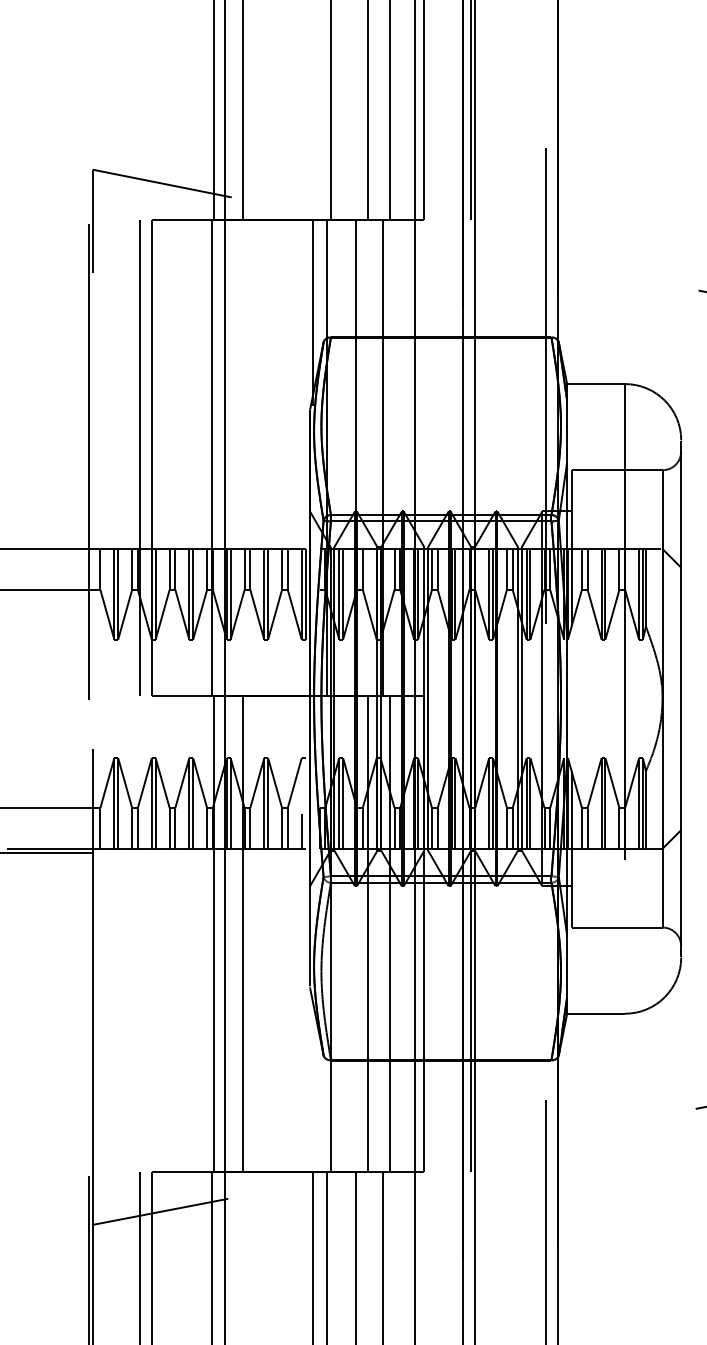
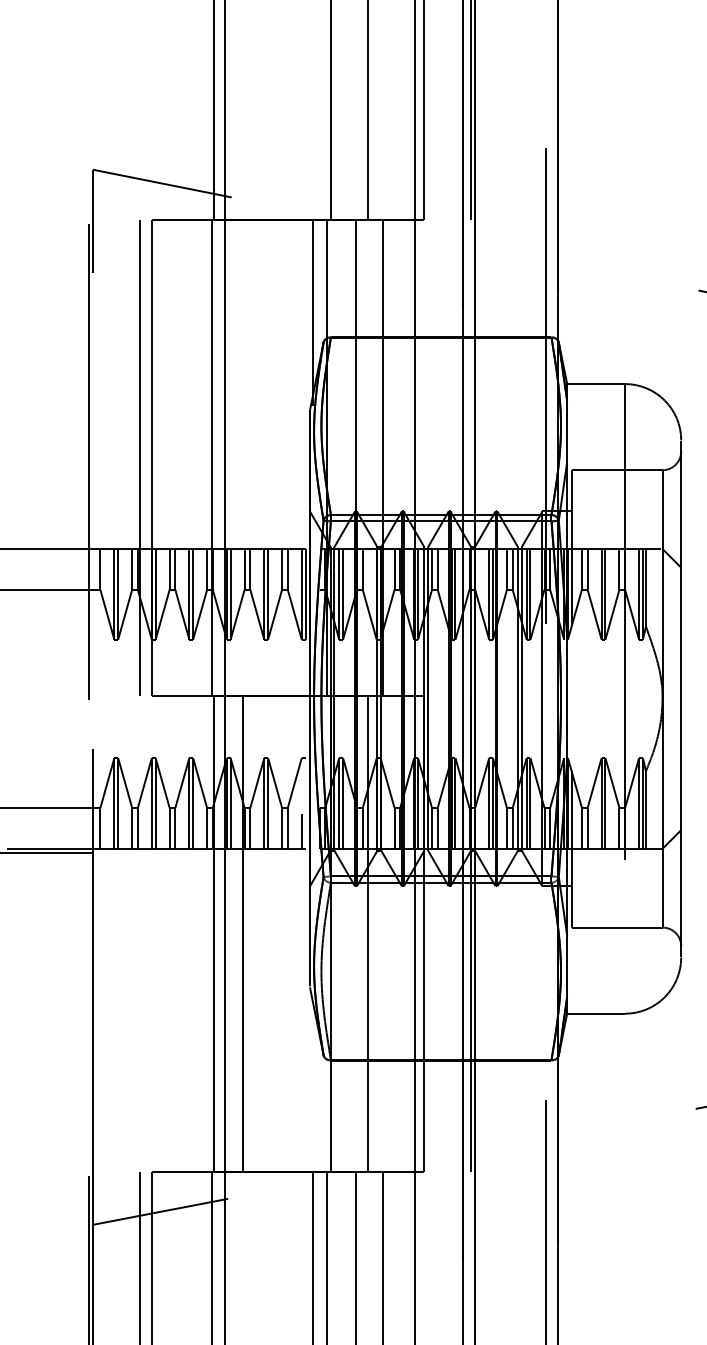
line at (242, 110): present -> none
line at (390, 110): present -> none
line at (390, 933): present -> none
